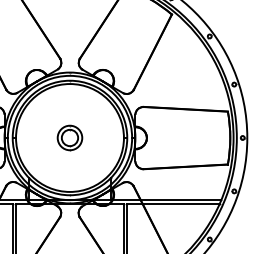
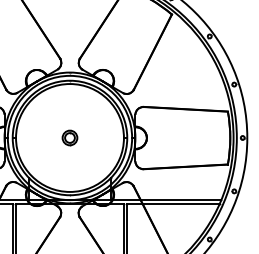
part at (69, 137) size: 28x28 px -> 18x18 px
